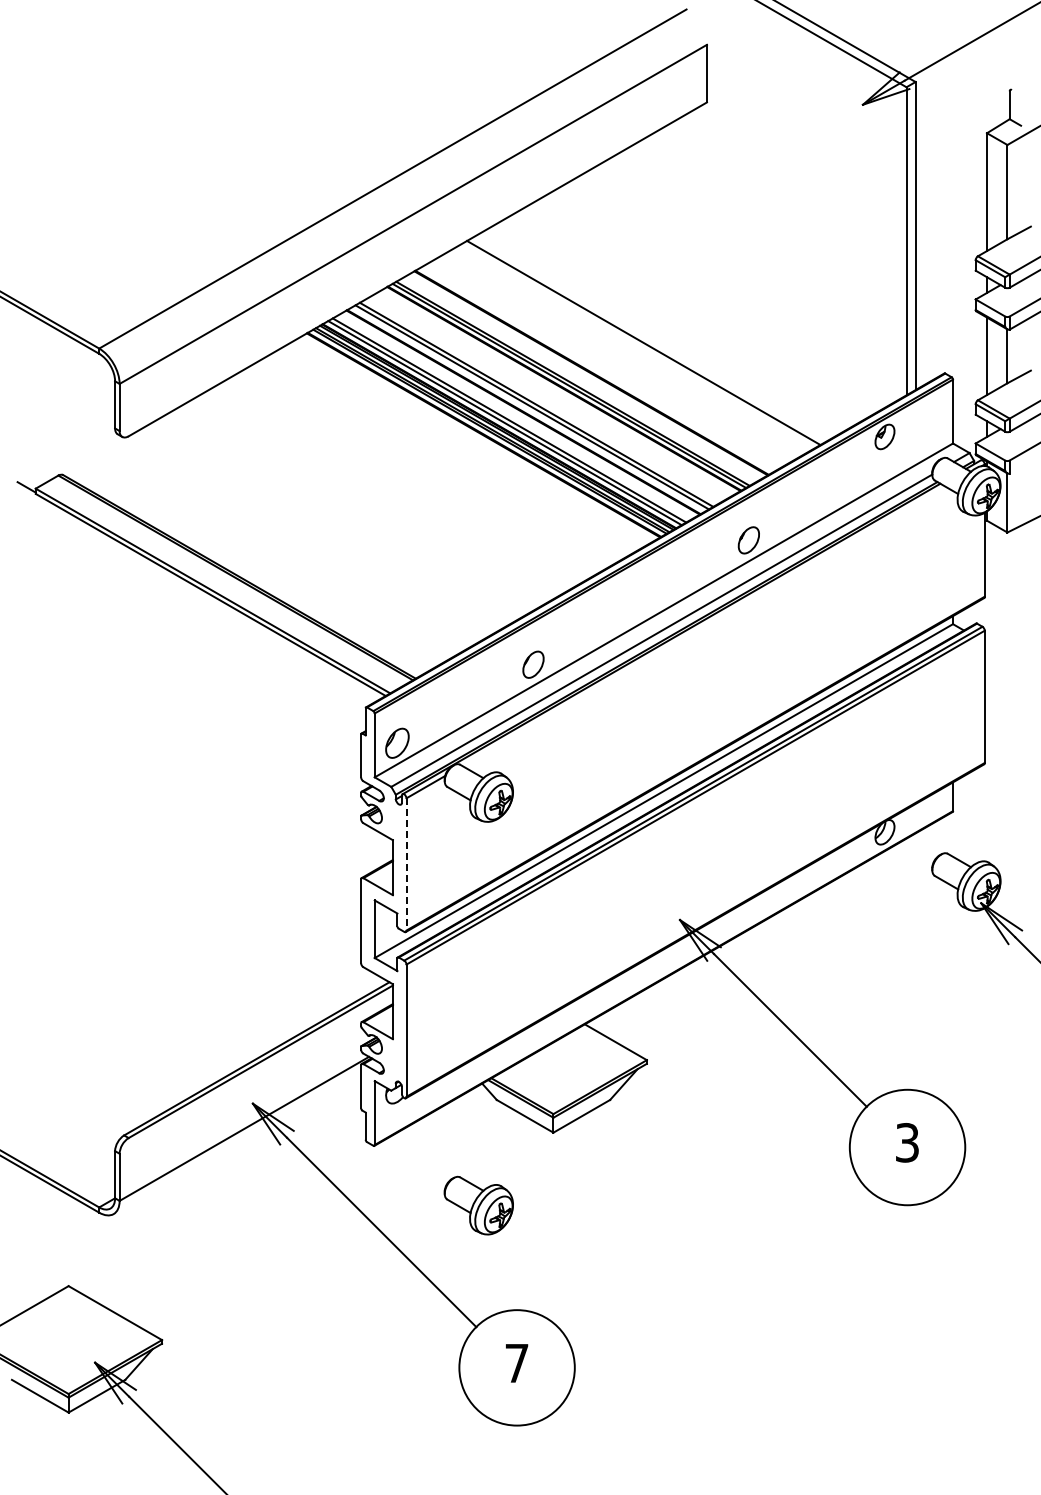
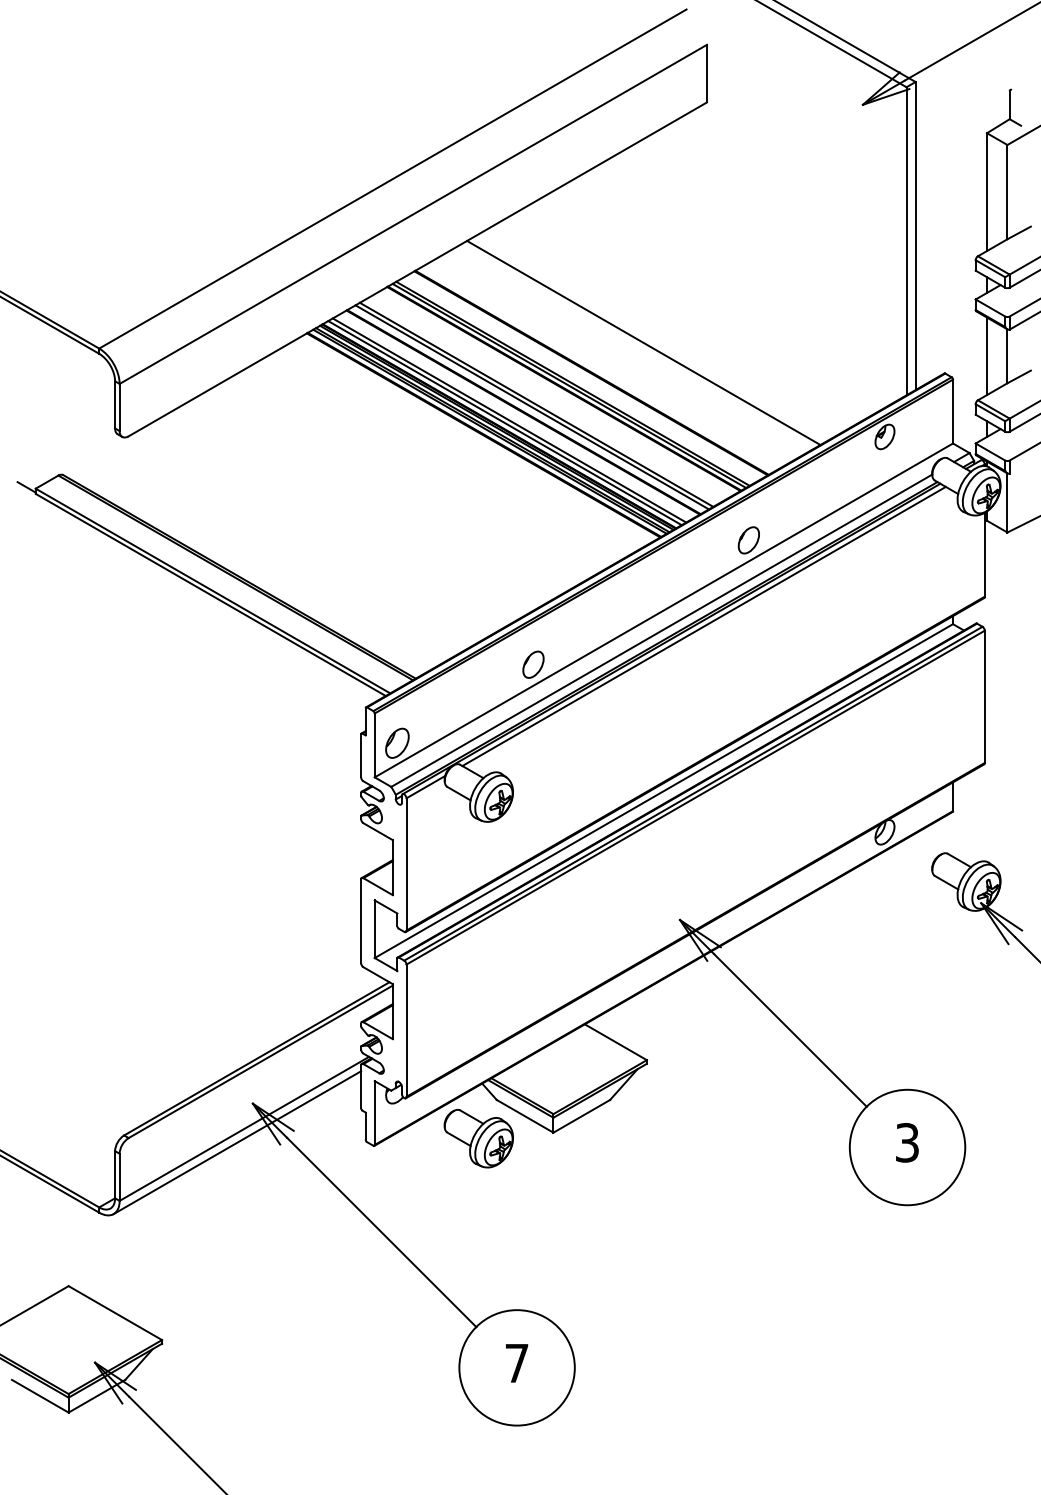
line at (703, 626): none -> present
line at (406, 864): dashed -> solid
line at (237, 1142): none -> present
part at (478, 1205) position: (478, 1205) -> (478, 1138)
